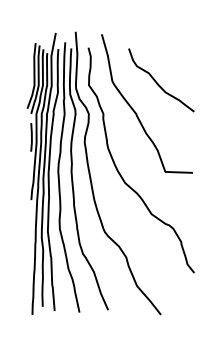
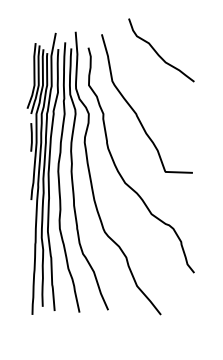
curve at (158, 83) position: (158, 83) -> (158, 53)
